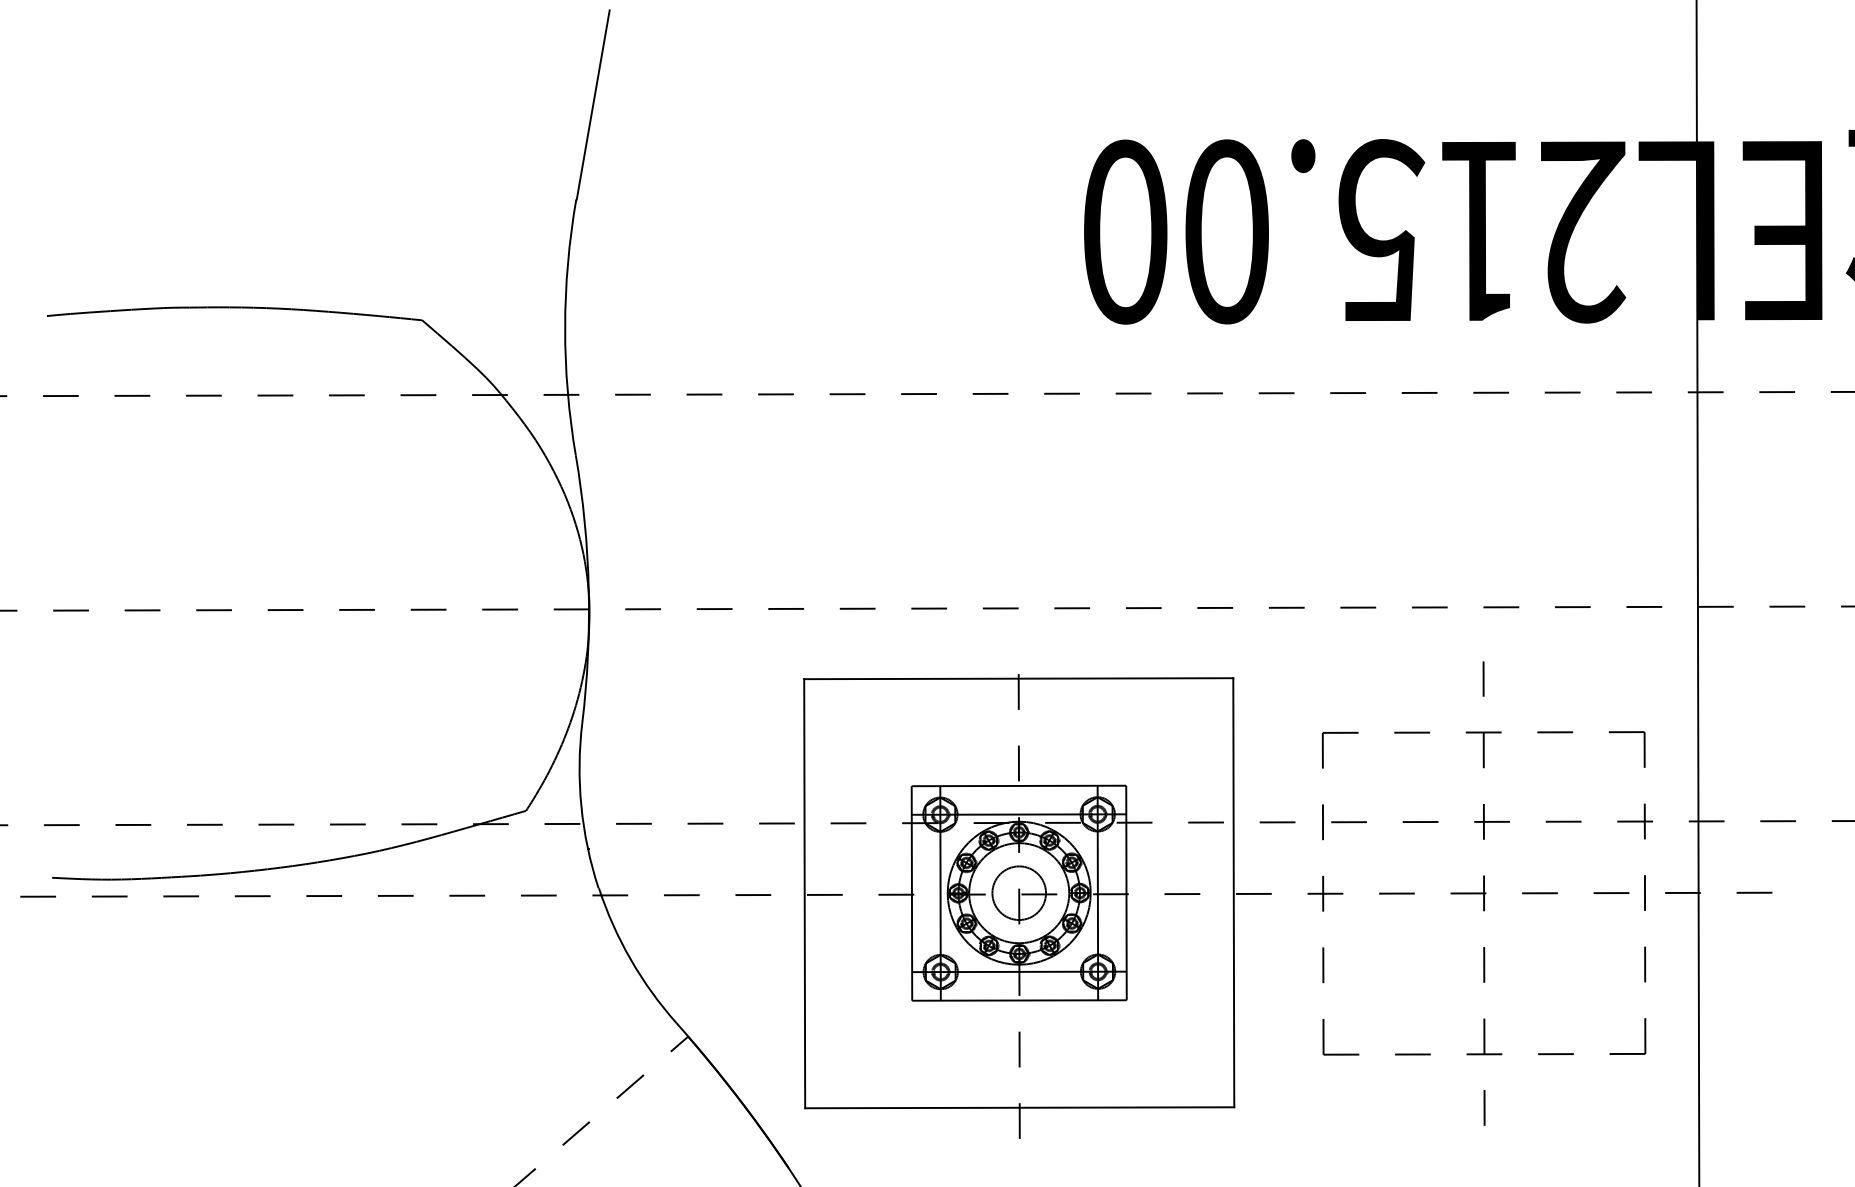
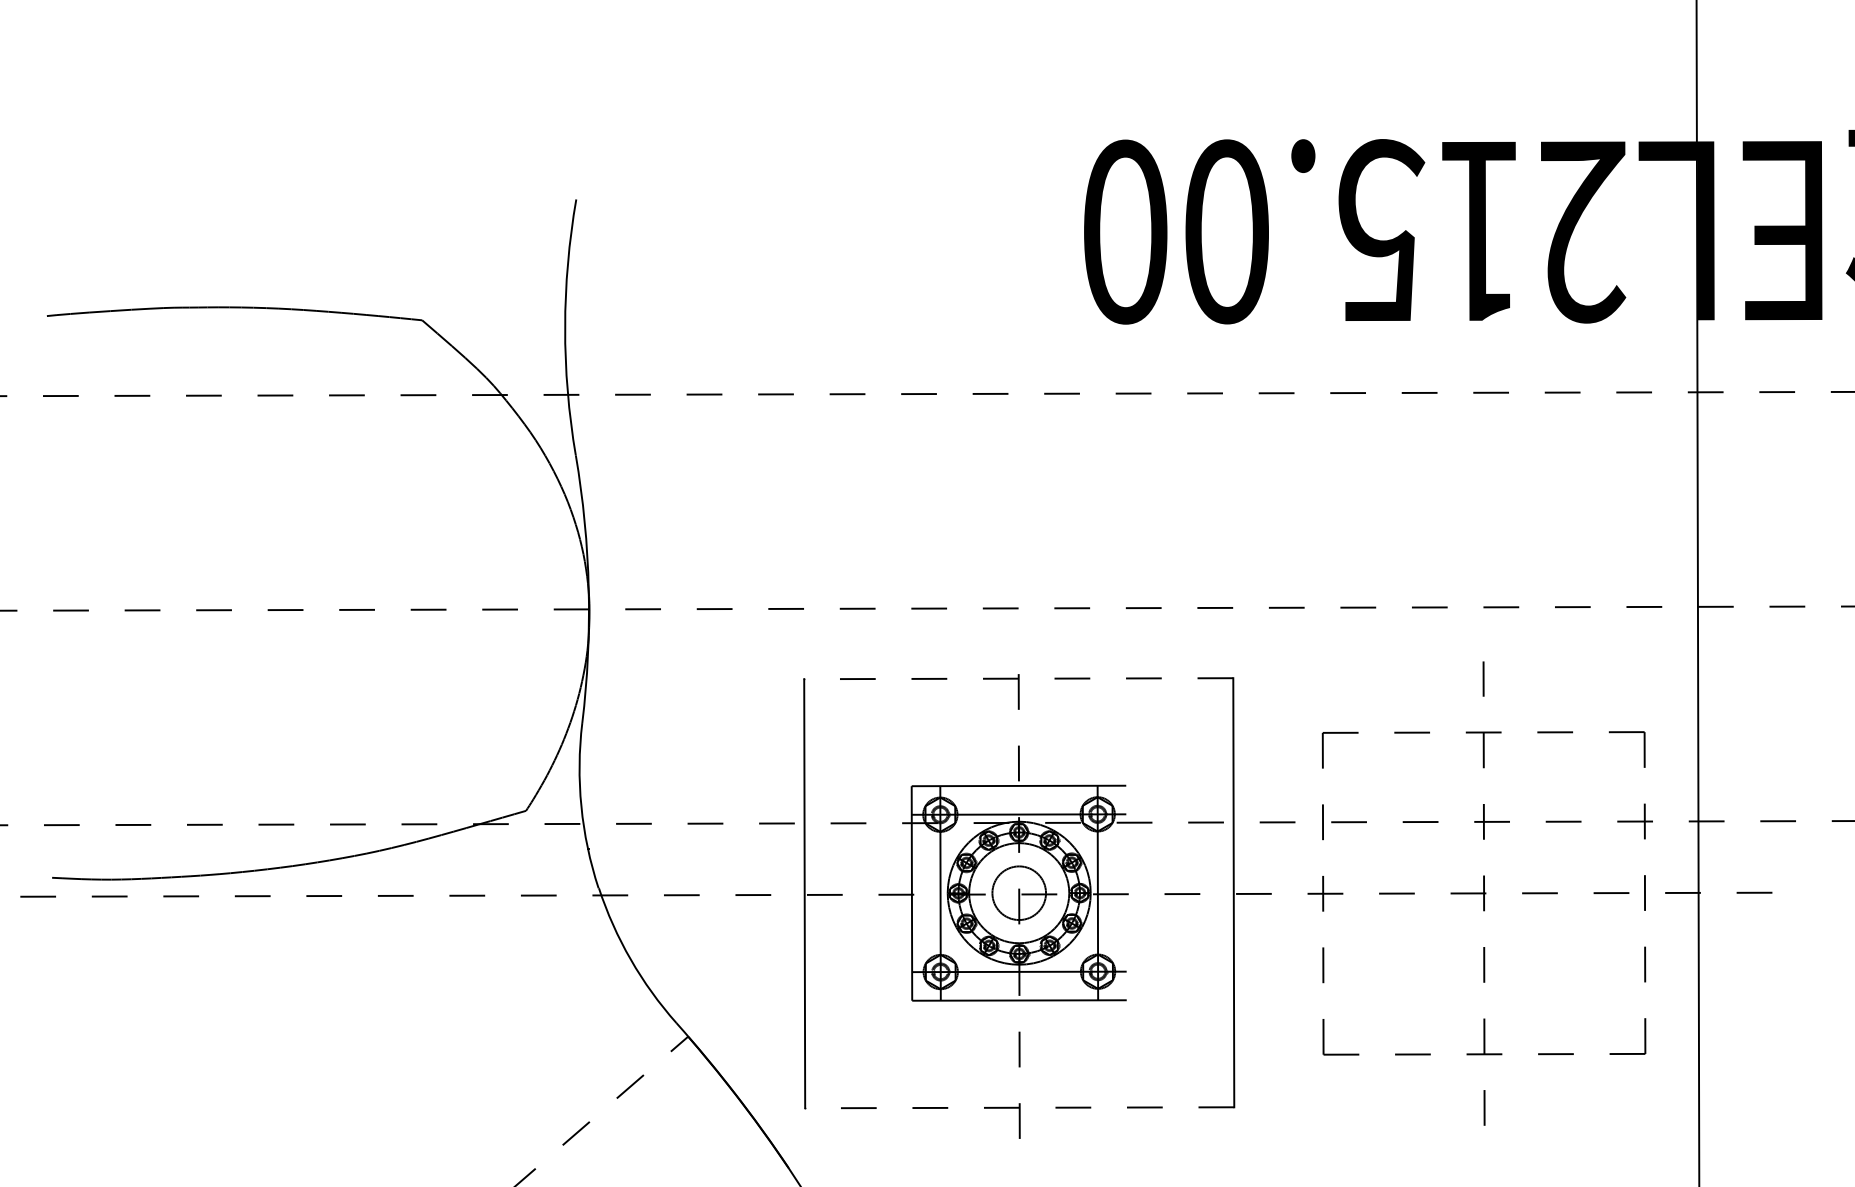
line at (592, 104): present -> none
line at (1018, 678): solid -> dashed
line at (1126, 892): present -> none
line at (1019, 1107): solid -> dashed
